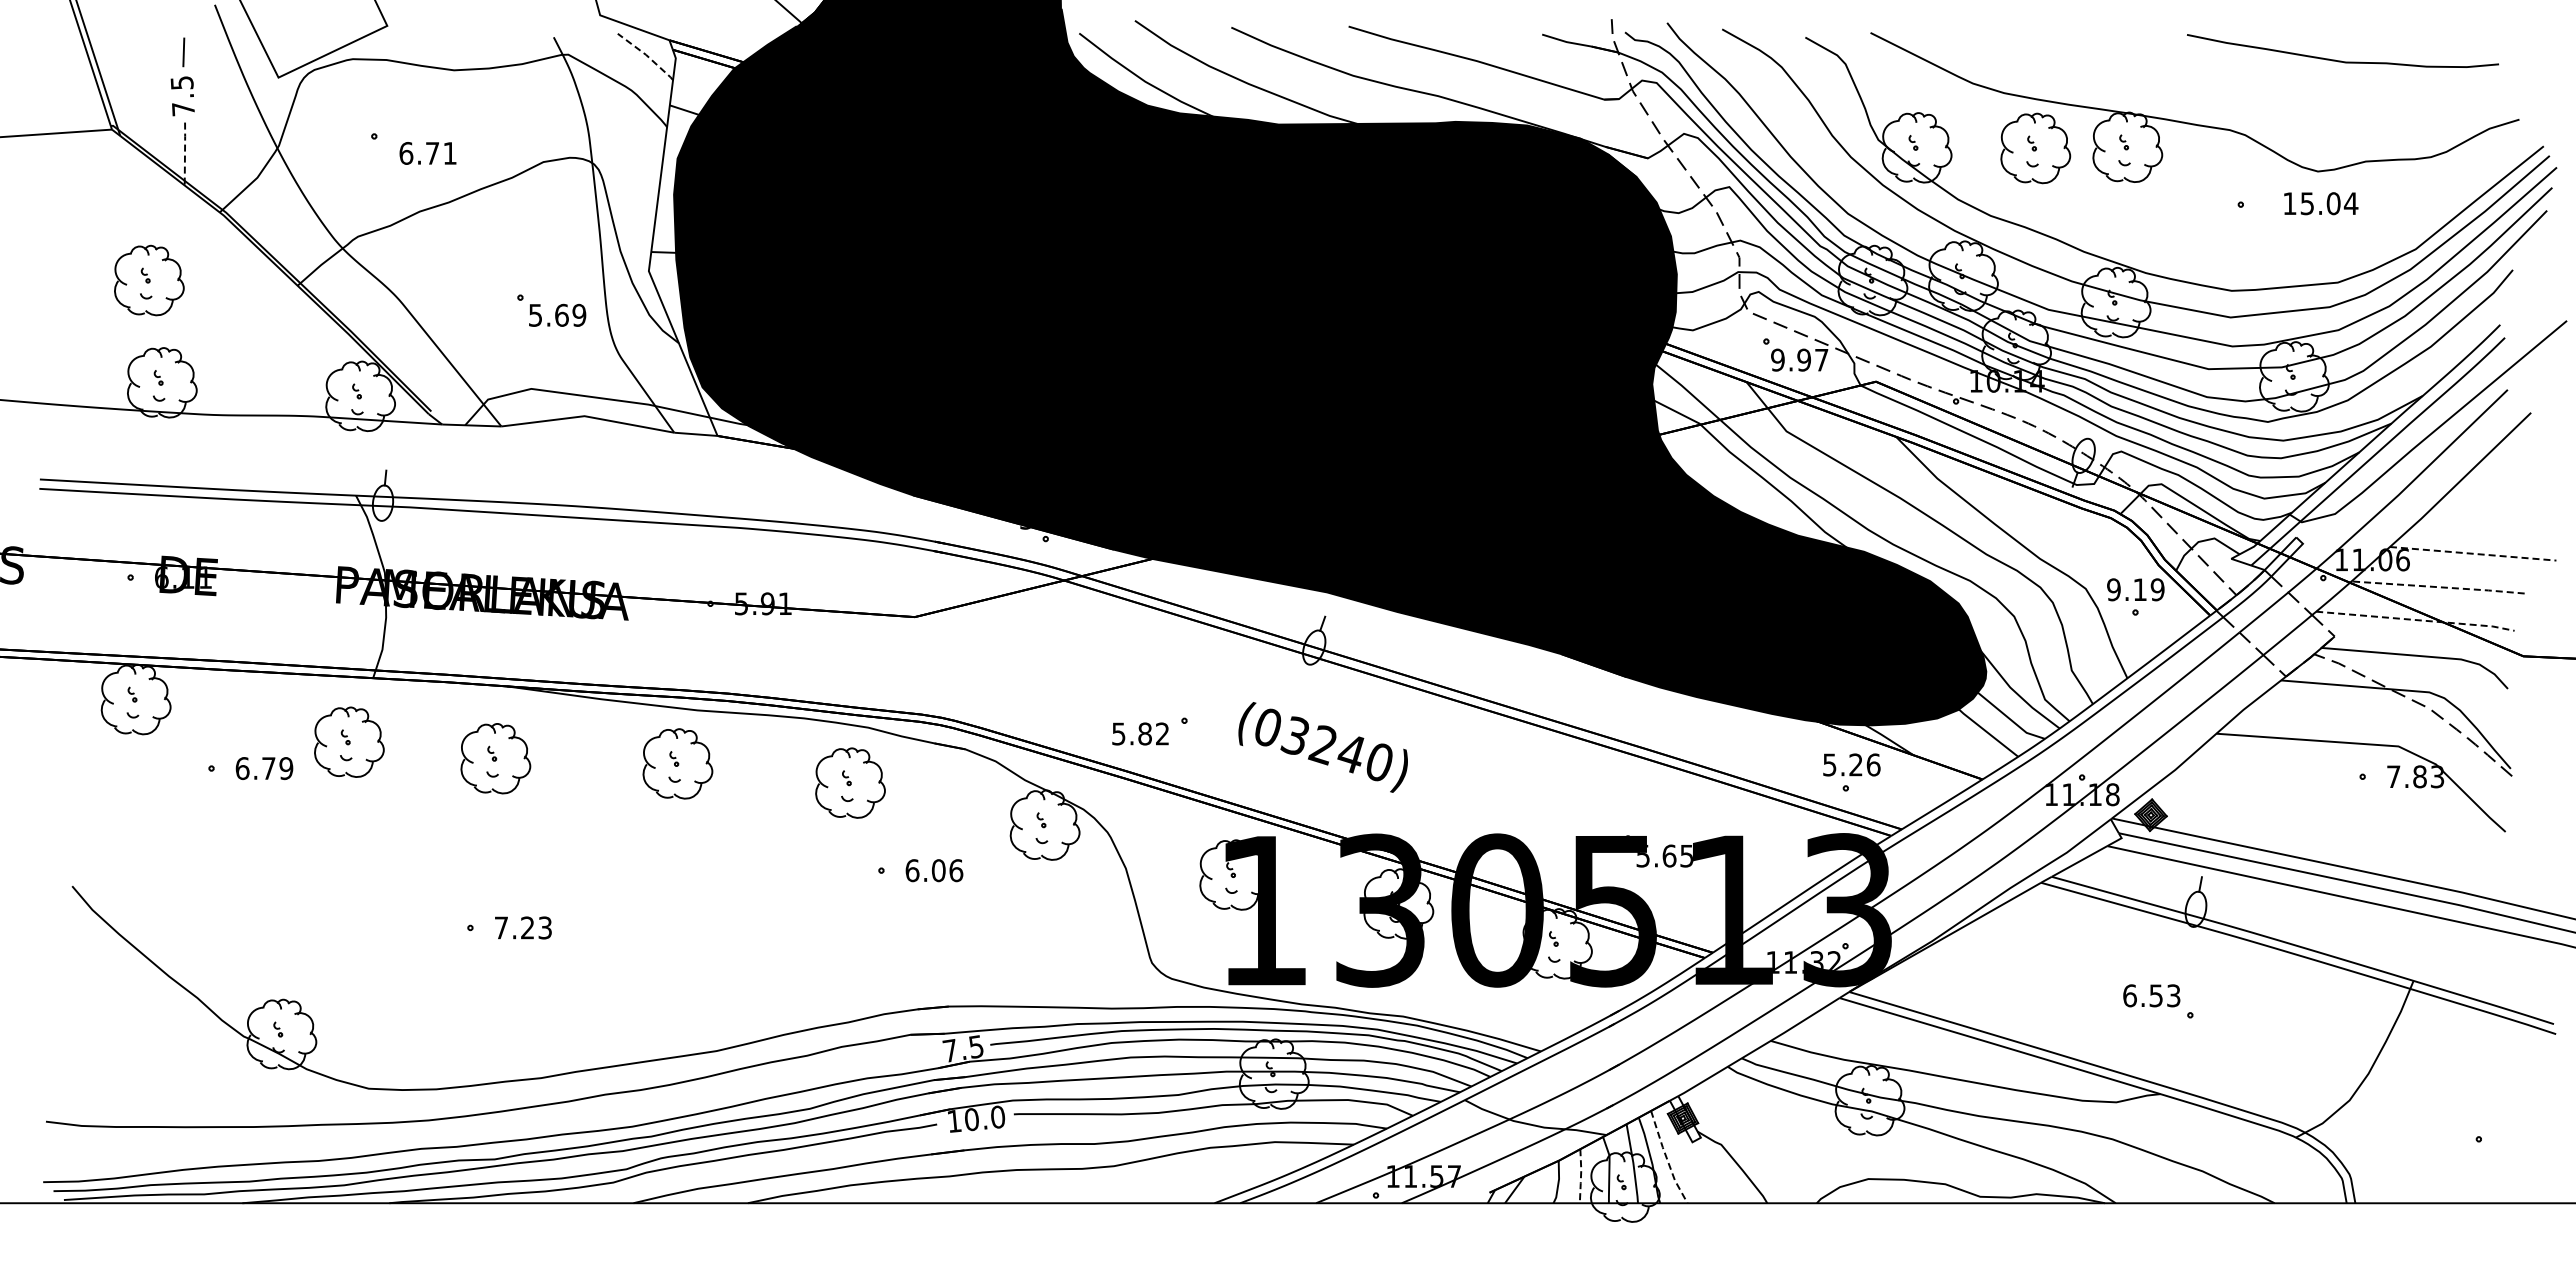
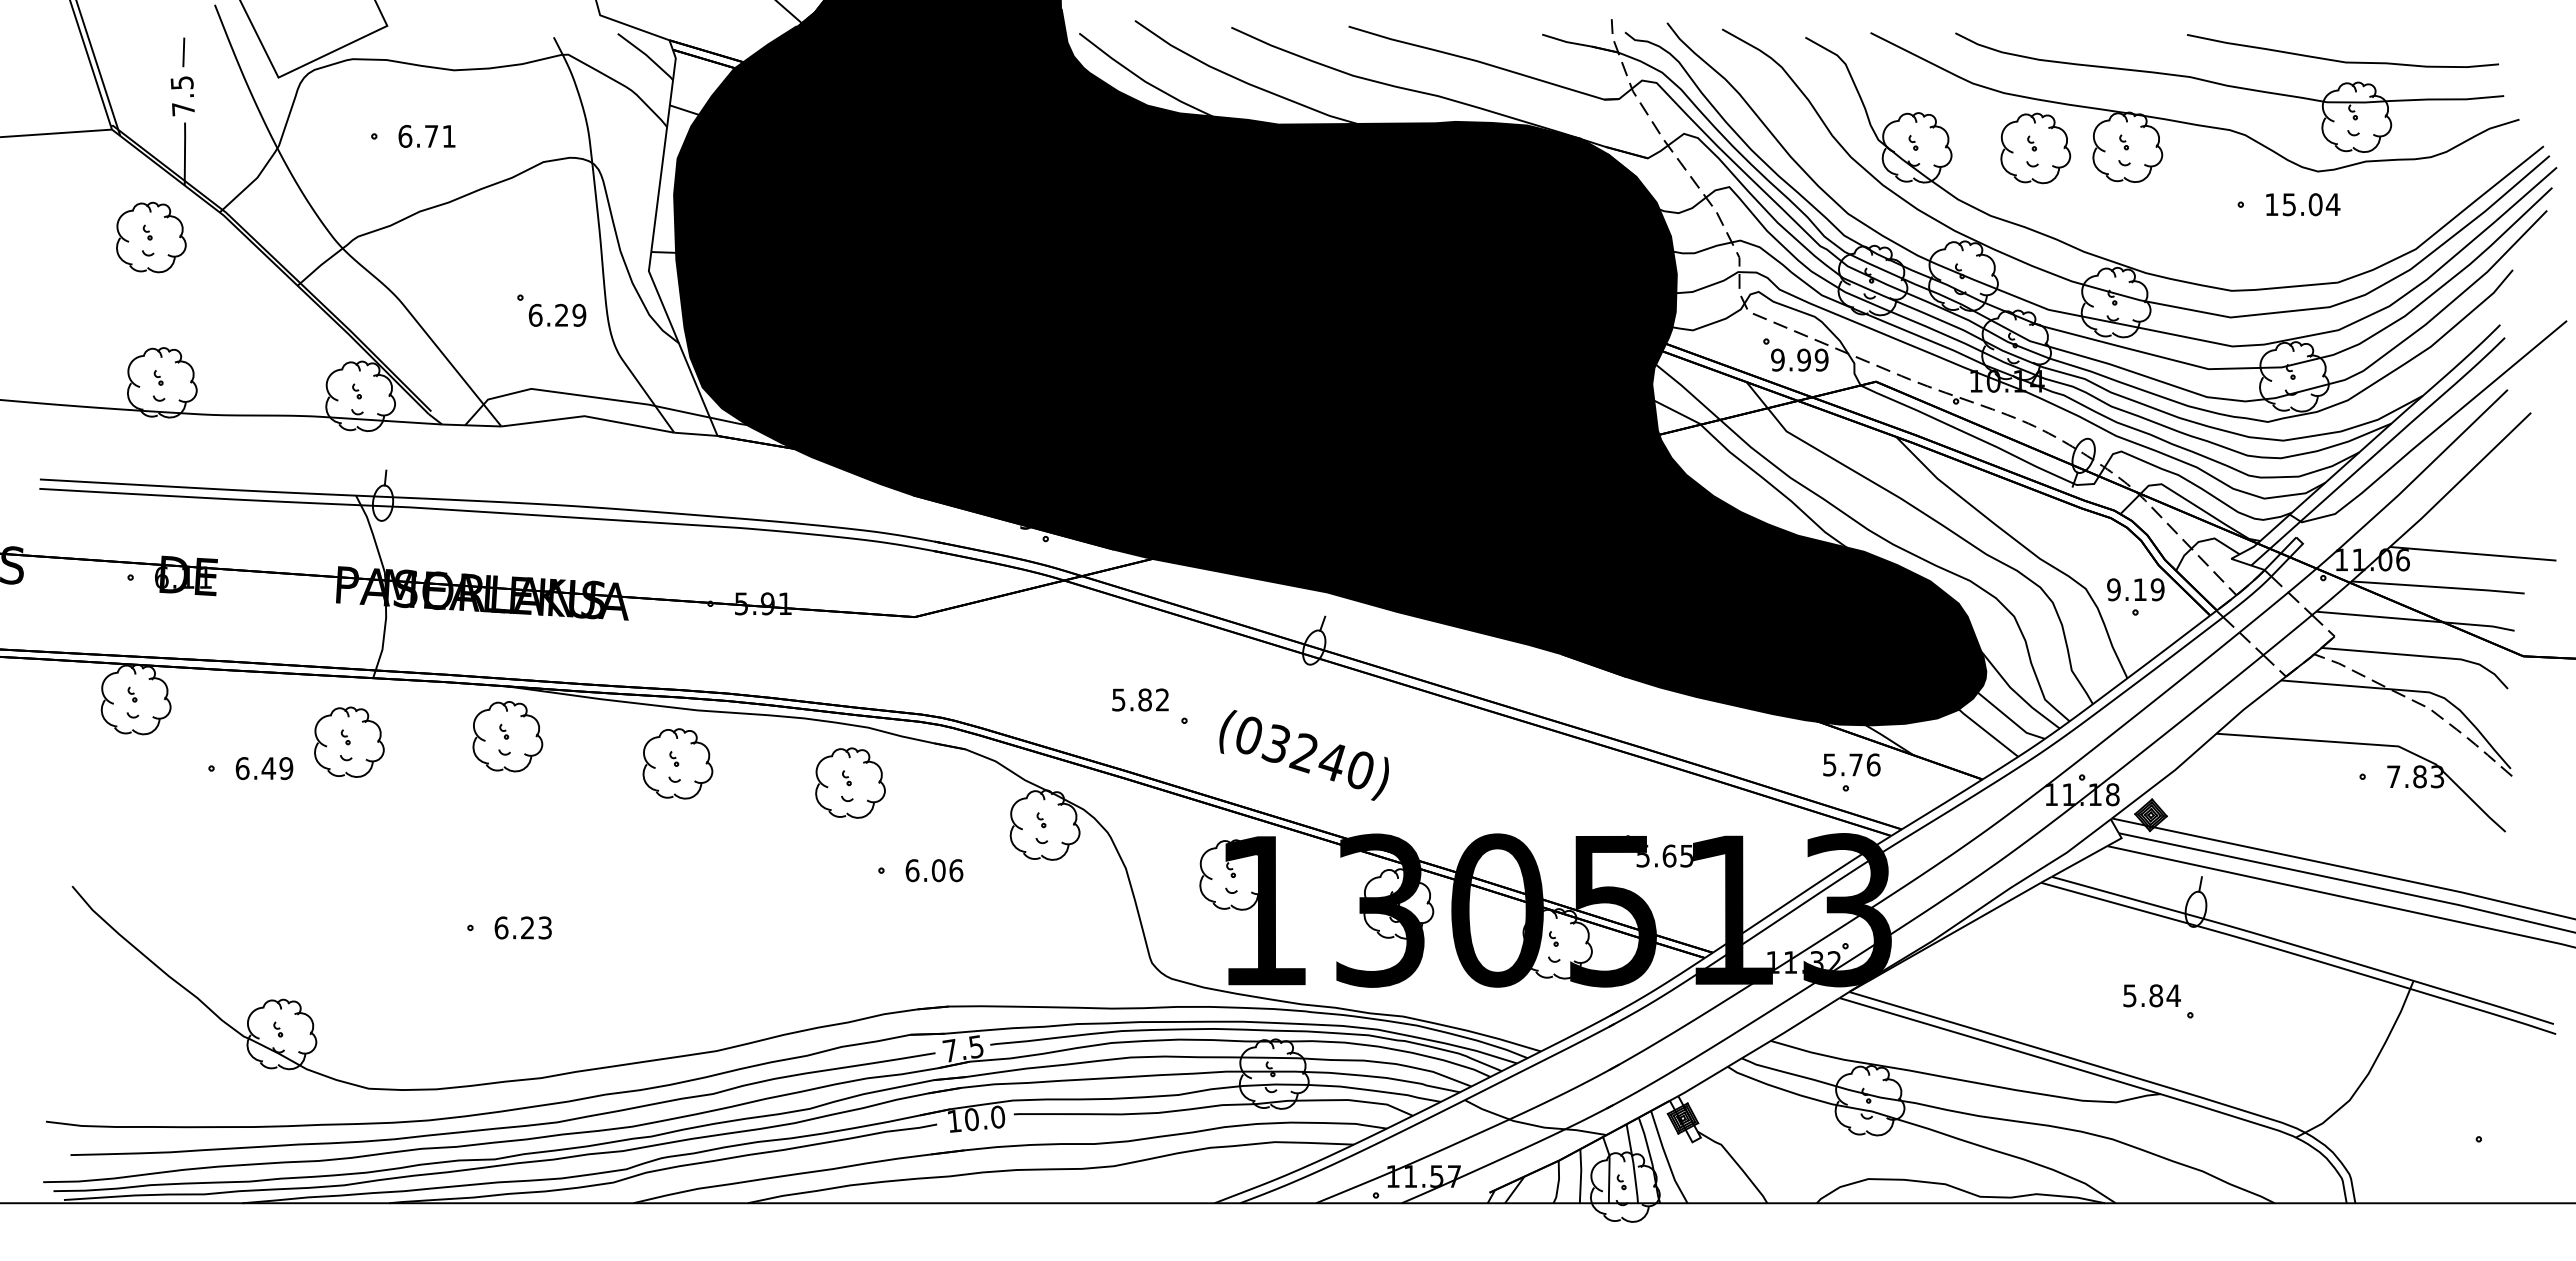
line at (646, 55): dashed -> solid
part at (2229, 92): none -> present
line at (185, 153): dashed -> solid
text at (427, 153) position: (427, 153) -> (426, 136)
text at (2321, 203) position: (2321, 203) -> (2303, 204)
part at (149, 280) position: (149, 280) -> (151, 237)
text at (548, 314): 5.69 -> 6.29
text at (1821, 359): 9.97 -> 9.99
line at (2473, 553): dashed -> solid
line at (2438, 587): dashed -> solid
line at (2416, 620): dashed -> solid
text at (1140, 733) position: (1140, 733) -> (1140, 699)
text at (1322, 747) position: (1322, 747) -> (1303, 755)
part at (495, 758) position: (495, 758) -> (507, 736)
text at (1855, 764): 5.26 -> 5.76
text at (268, 768): 6.79 -> 6.49
text at (501, 927): 7.23 -> 6.23
text at (2151, 995): 6.53 -> 5.84
curve at (505, 1126): none -> present
line at (1666, 1158): dashed -> solid
line at (1581, 1176): dashed -> solid
